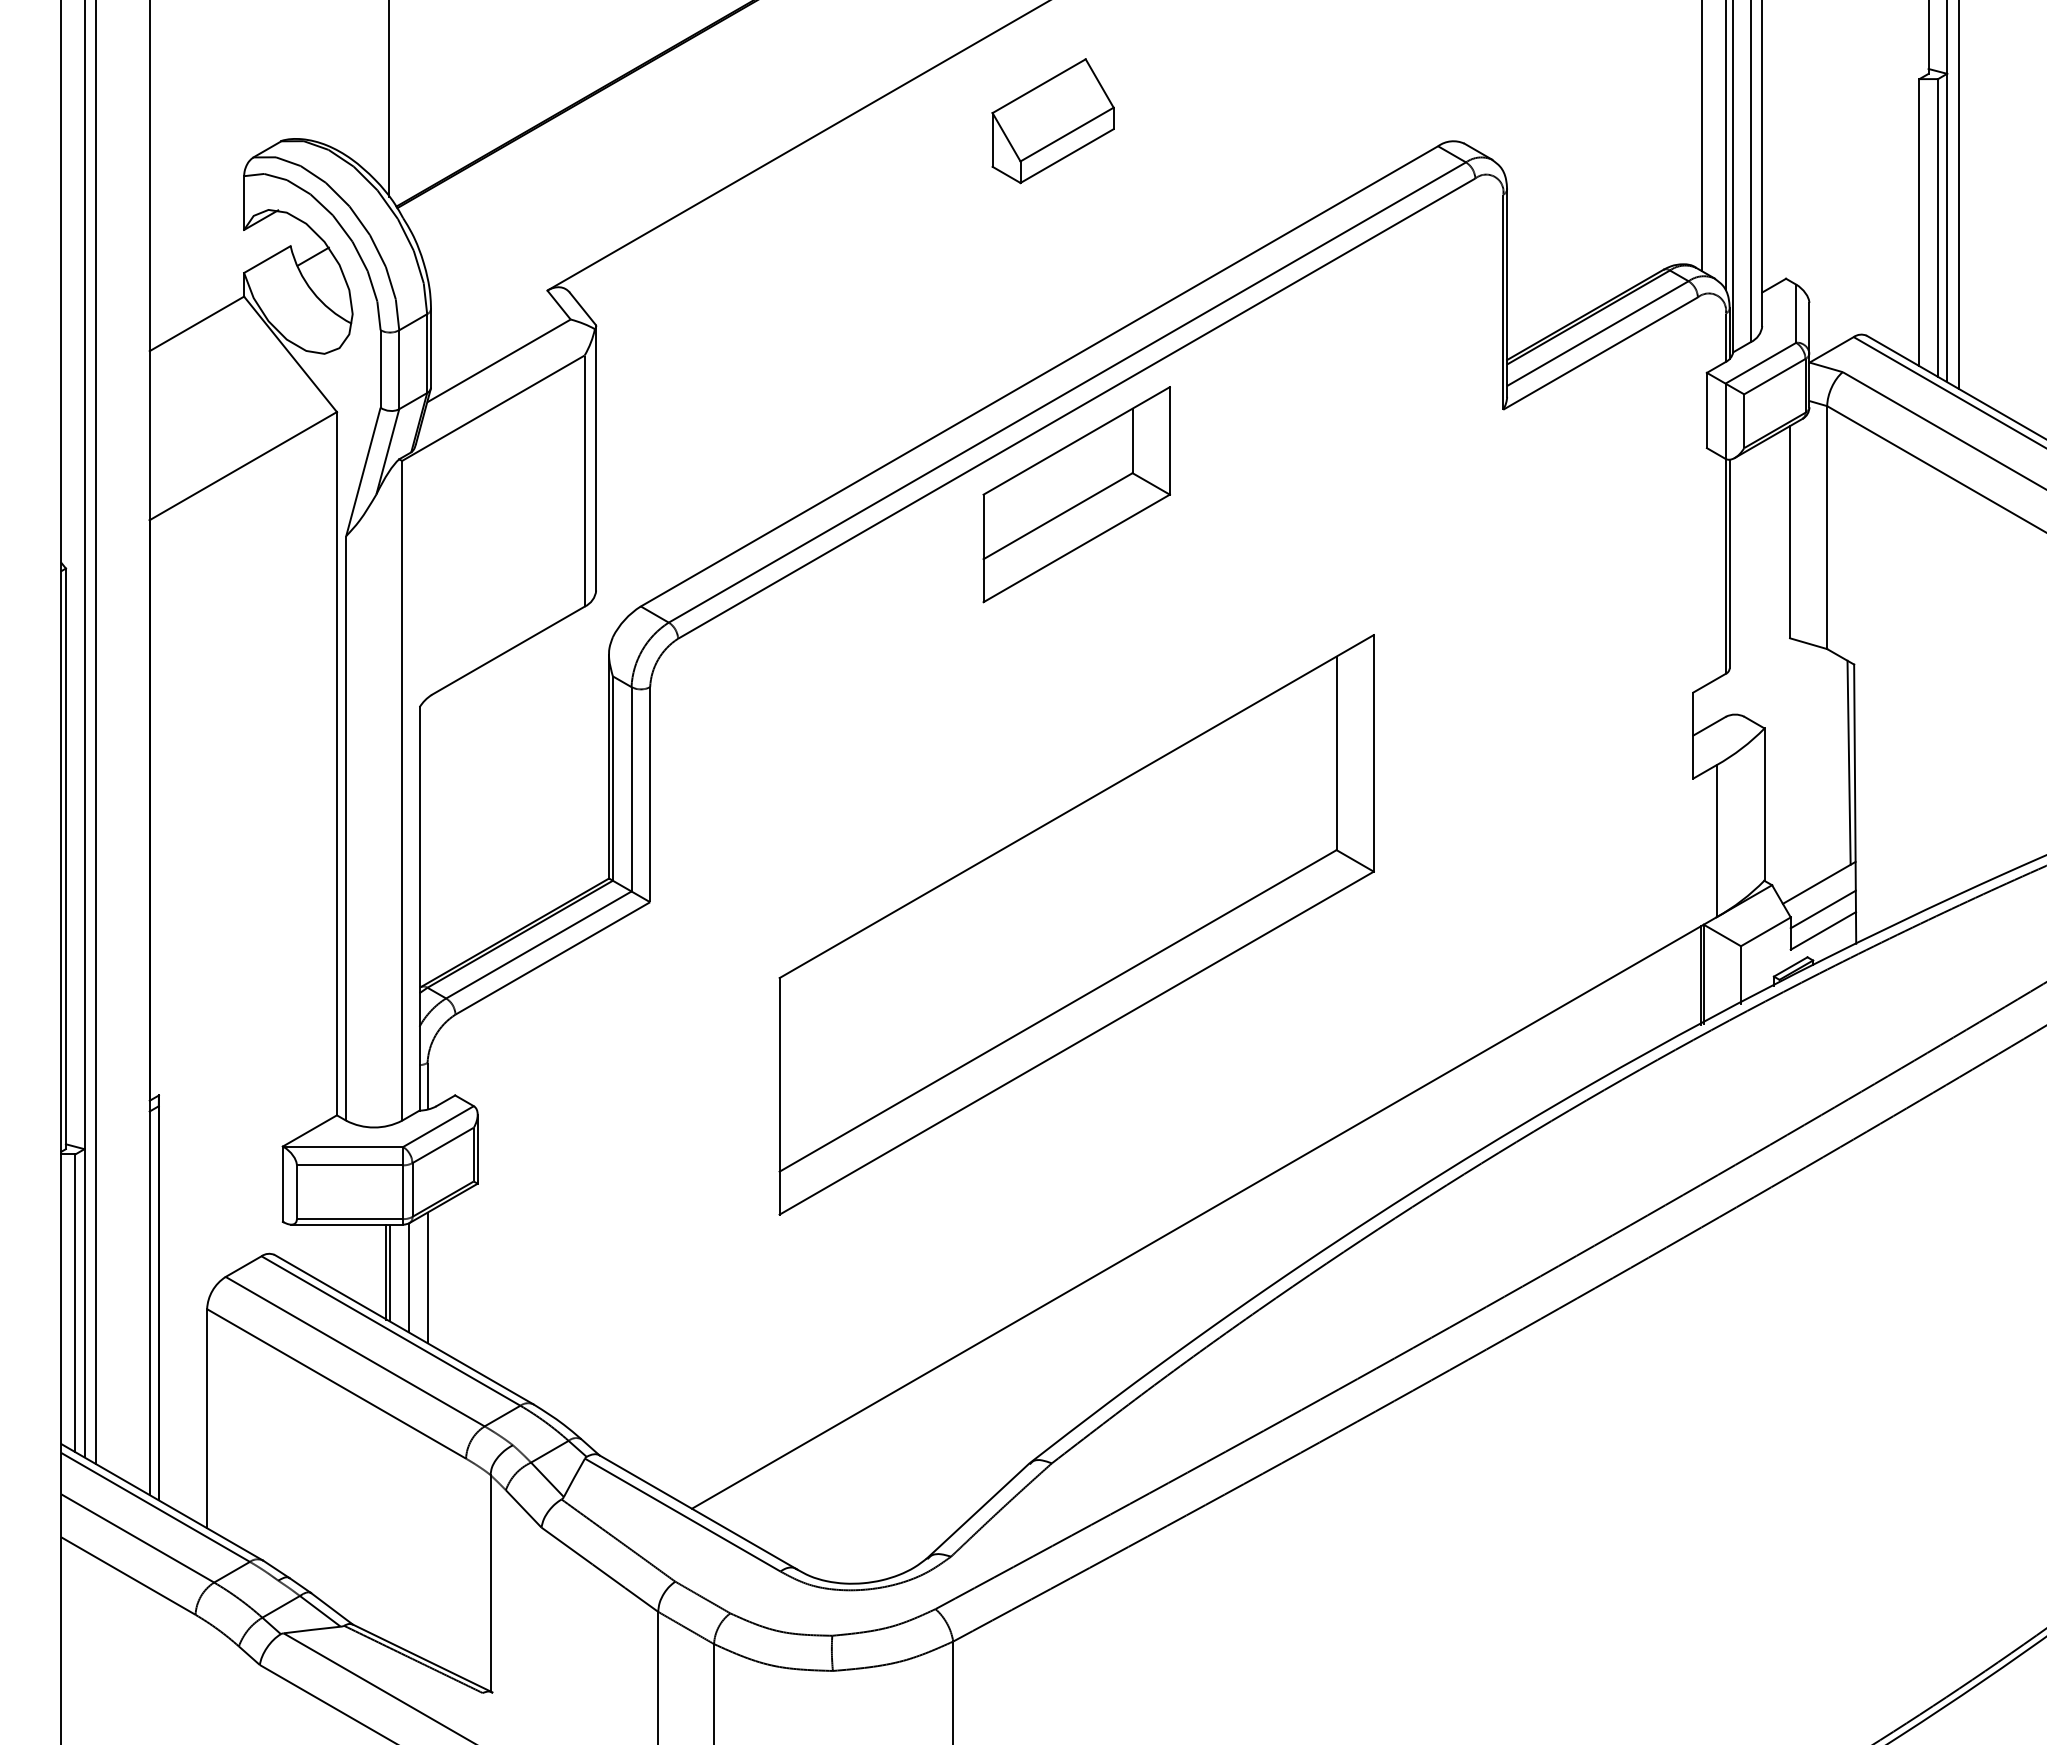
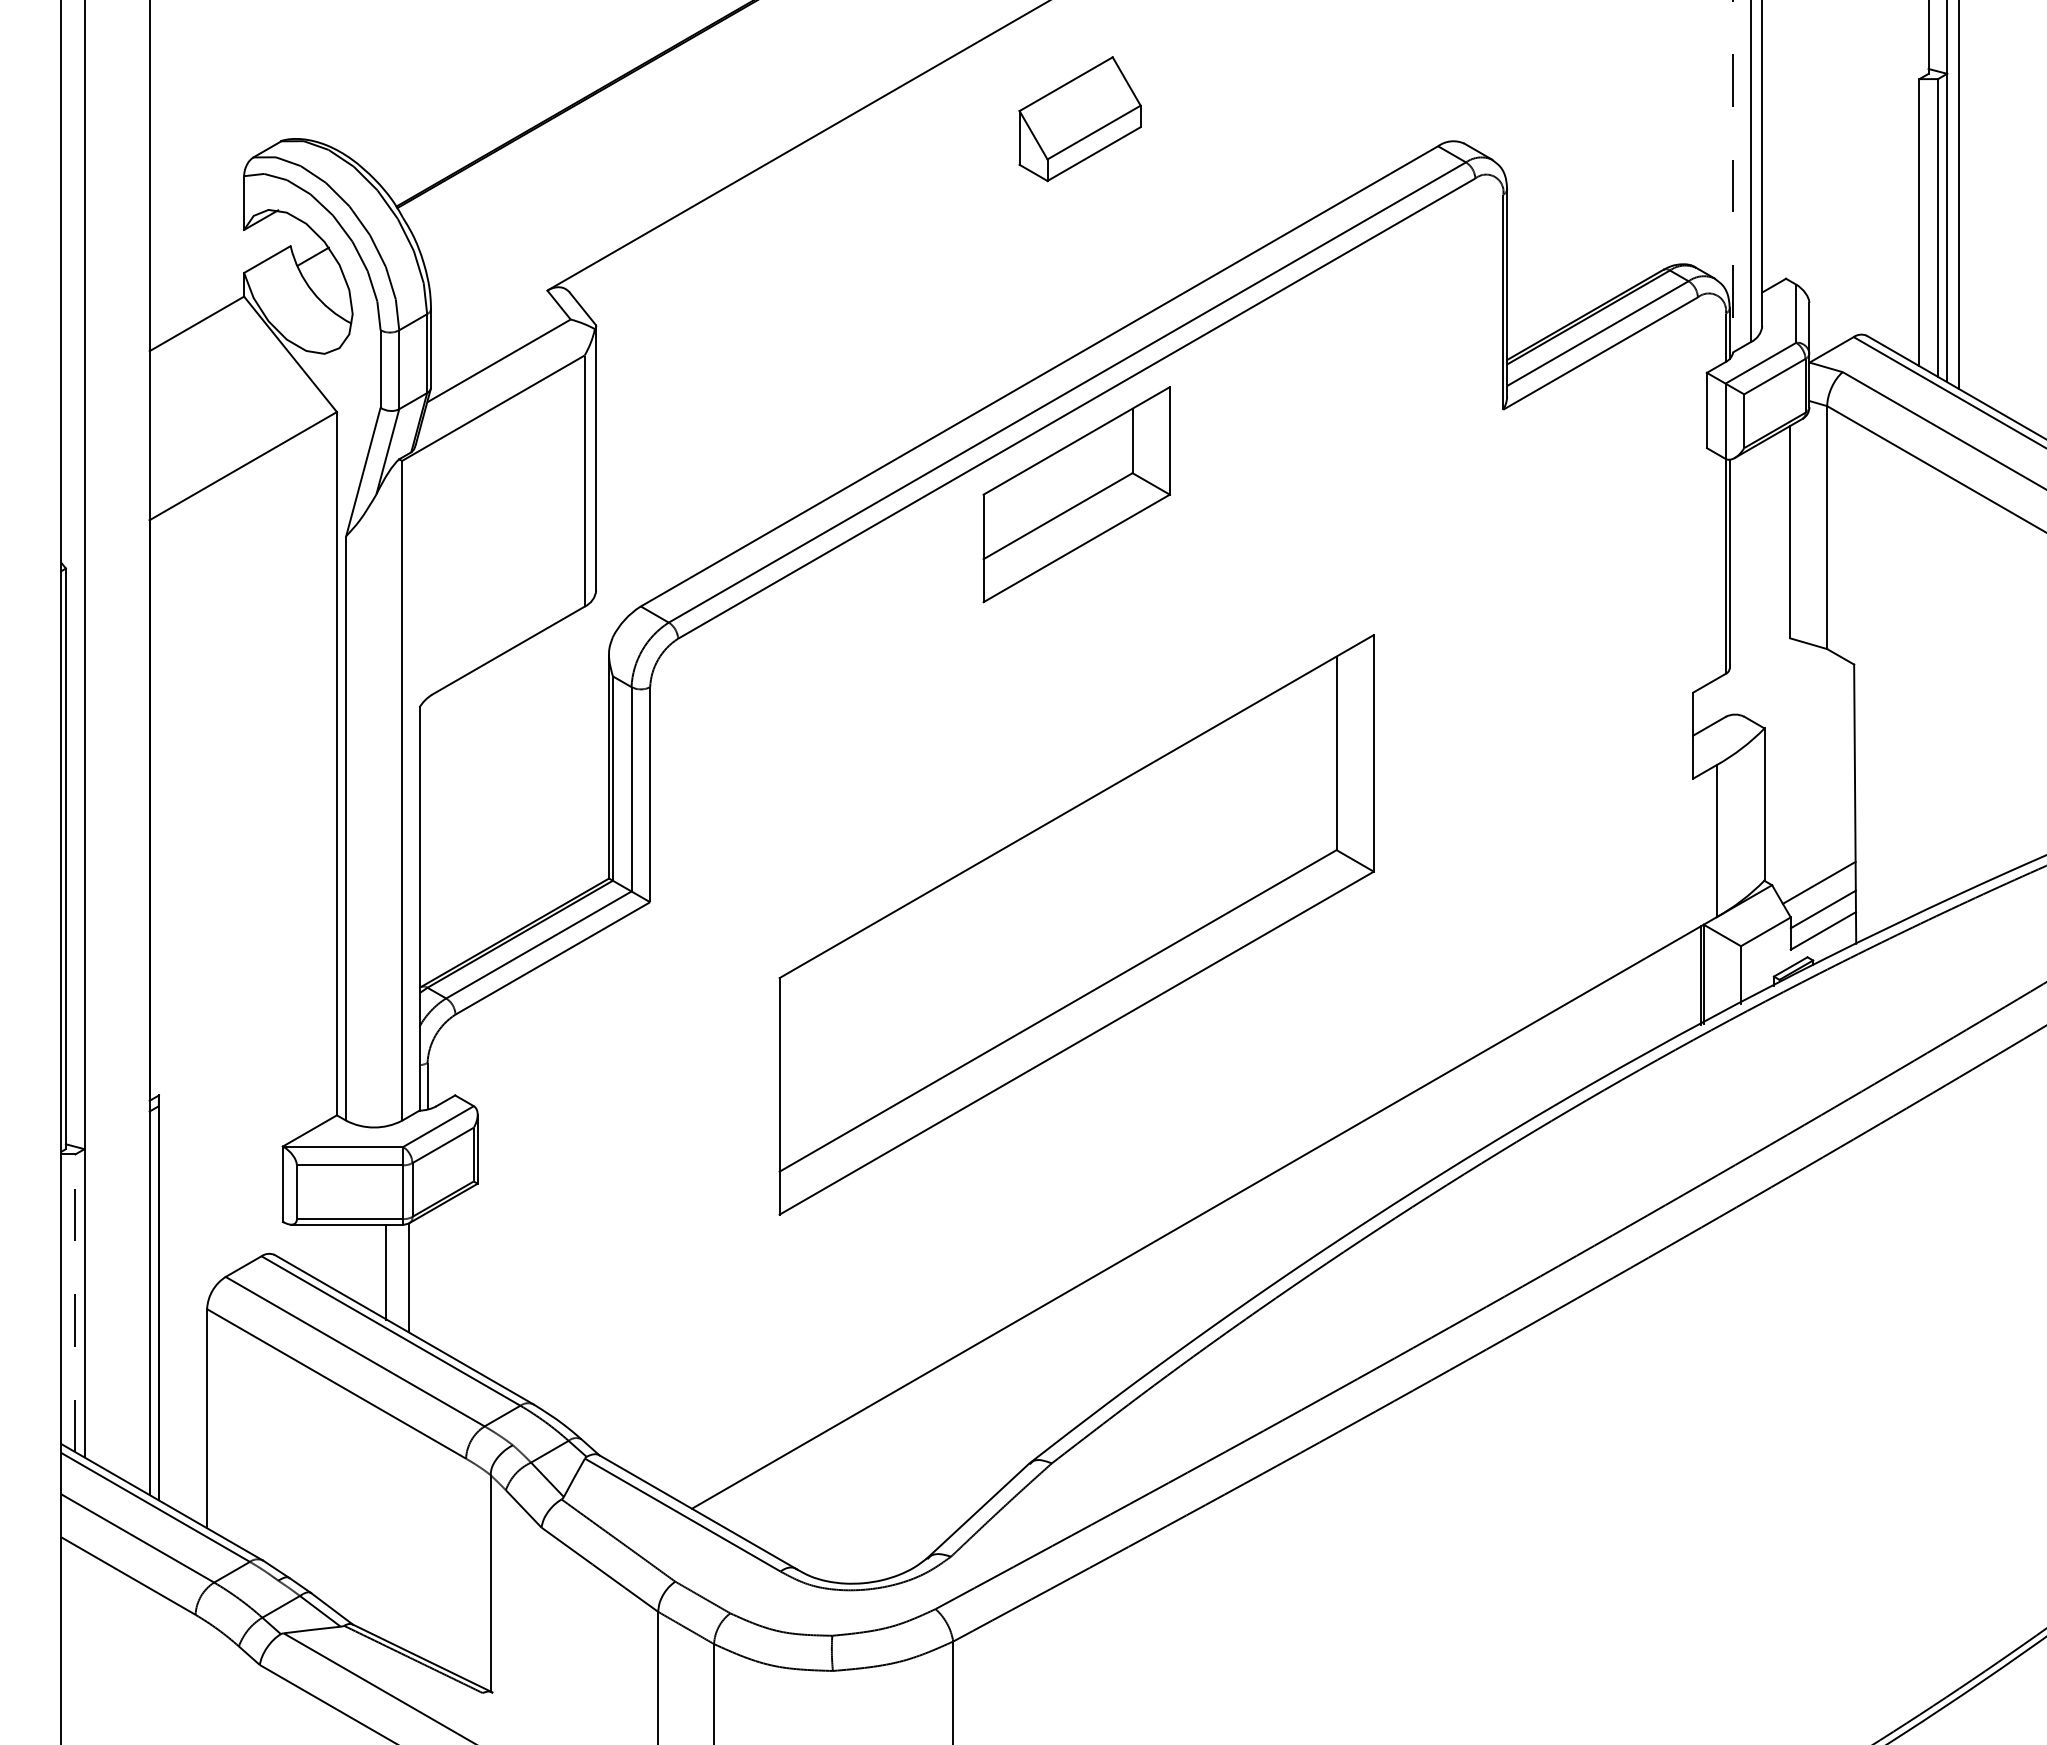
line at (389, 99): present -> none
part at (1052, 121) position: (1052, 121) -> (1079, 119)
line at (1702, 136): present -> none
line at (1725, 146): present -> none
line at (1733, 176): solid -> dashed
line at (96, 733): present -> none
line at (1848, 762): present -> none
line at (390, 1272): present -> none
line at (427, 1277): present -> none
line at (75, 1303): solid -> dashed
